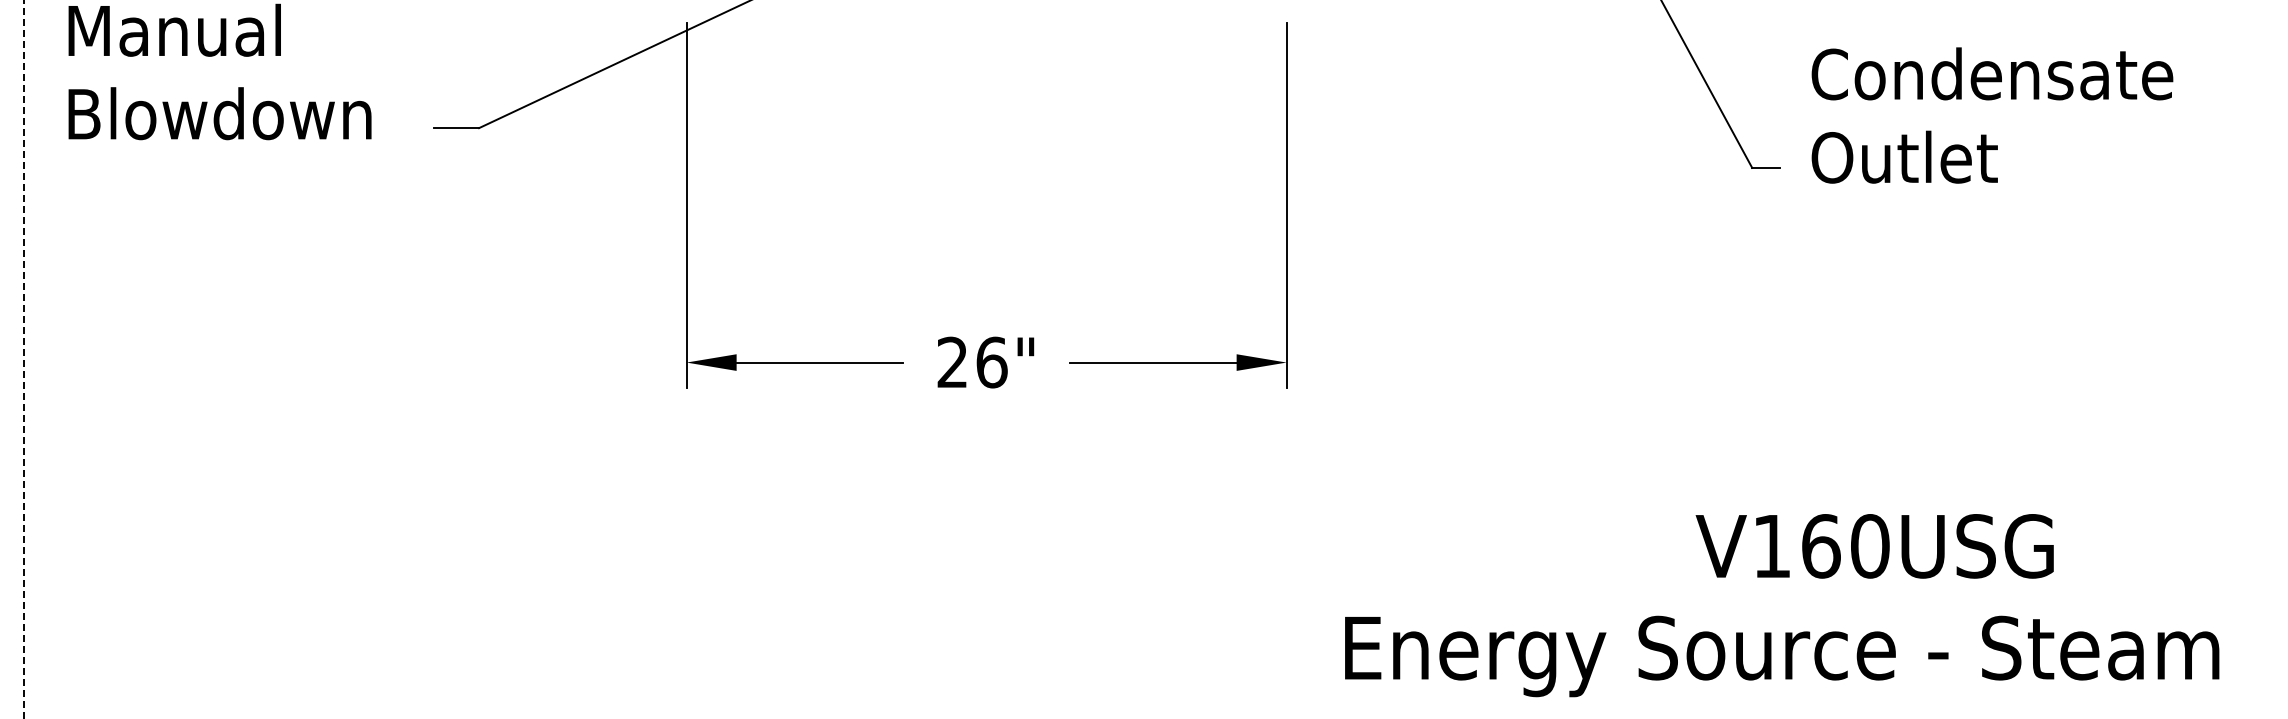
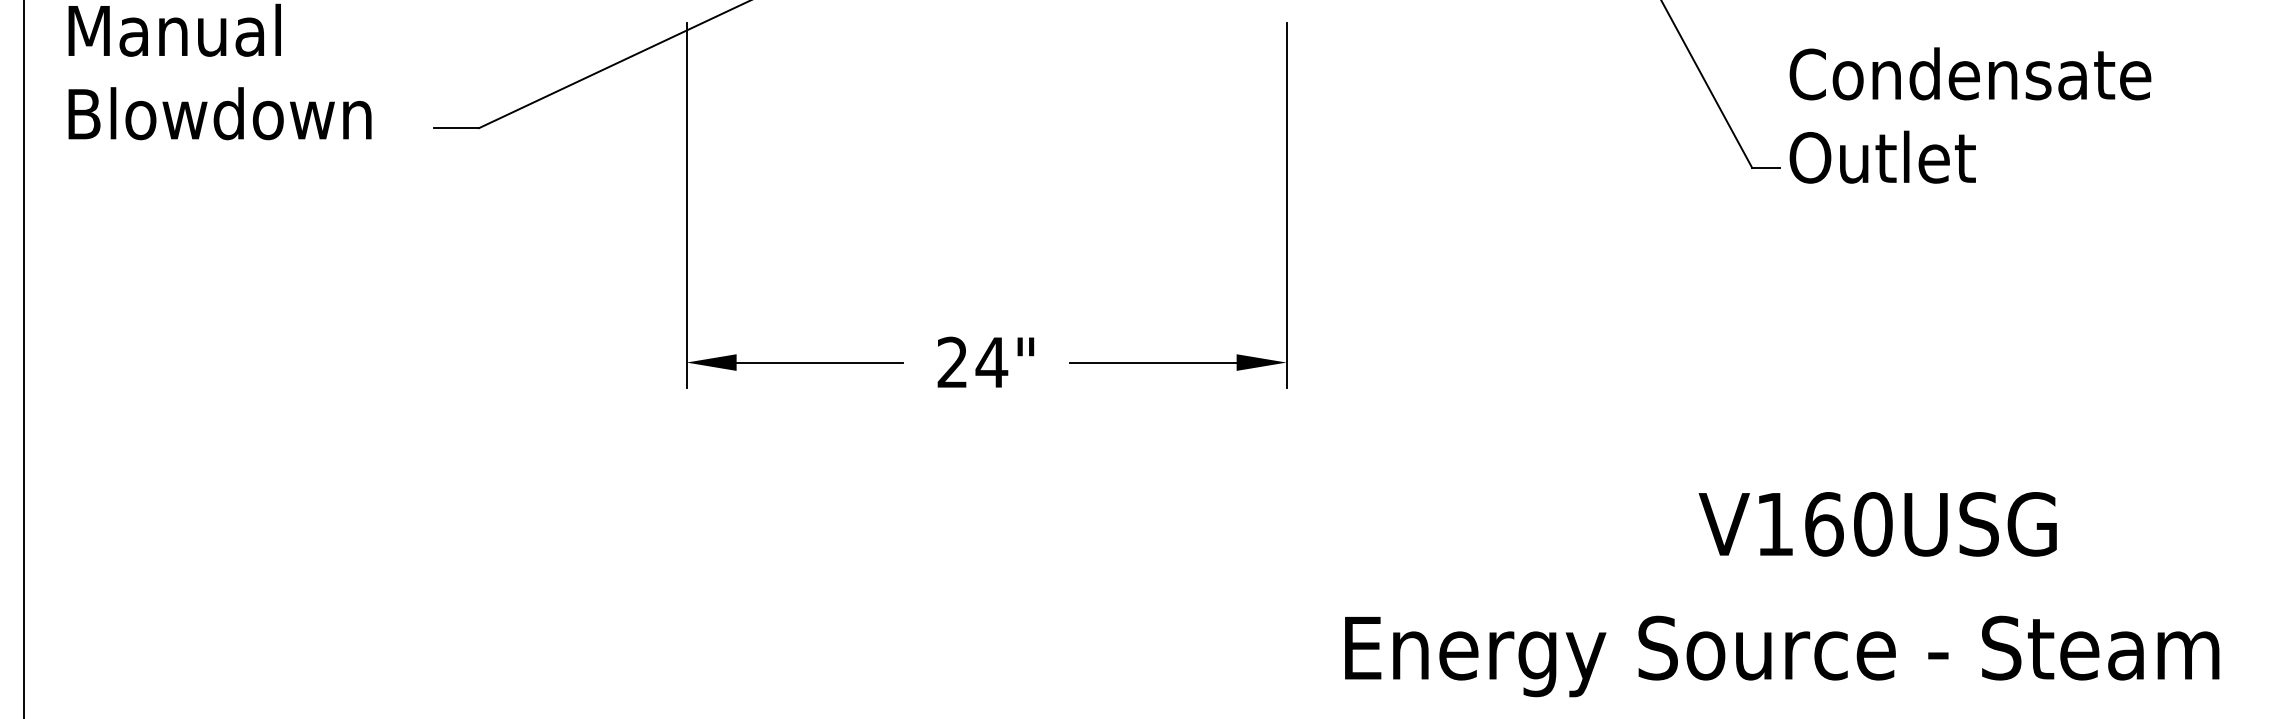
text at (1992, 115) position: (1992, 115) -> (1970, 115)
line at (23, 359): dashed -> solid
text at (991, 362): 26" -> 24"
text at (1874, 546) position: (1874, 546) -> (1877, 524)
